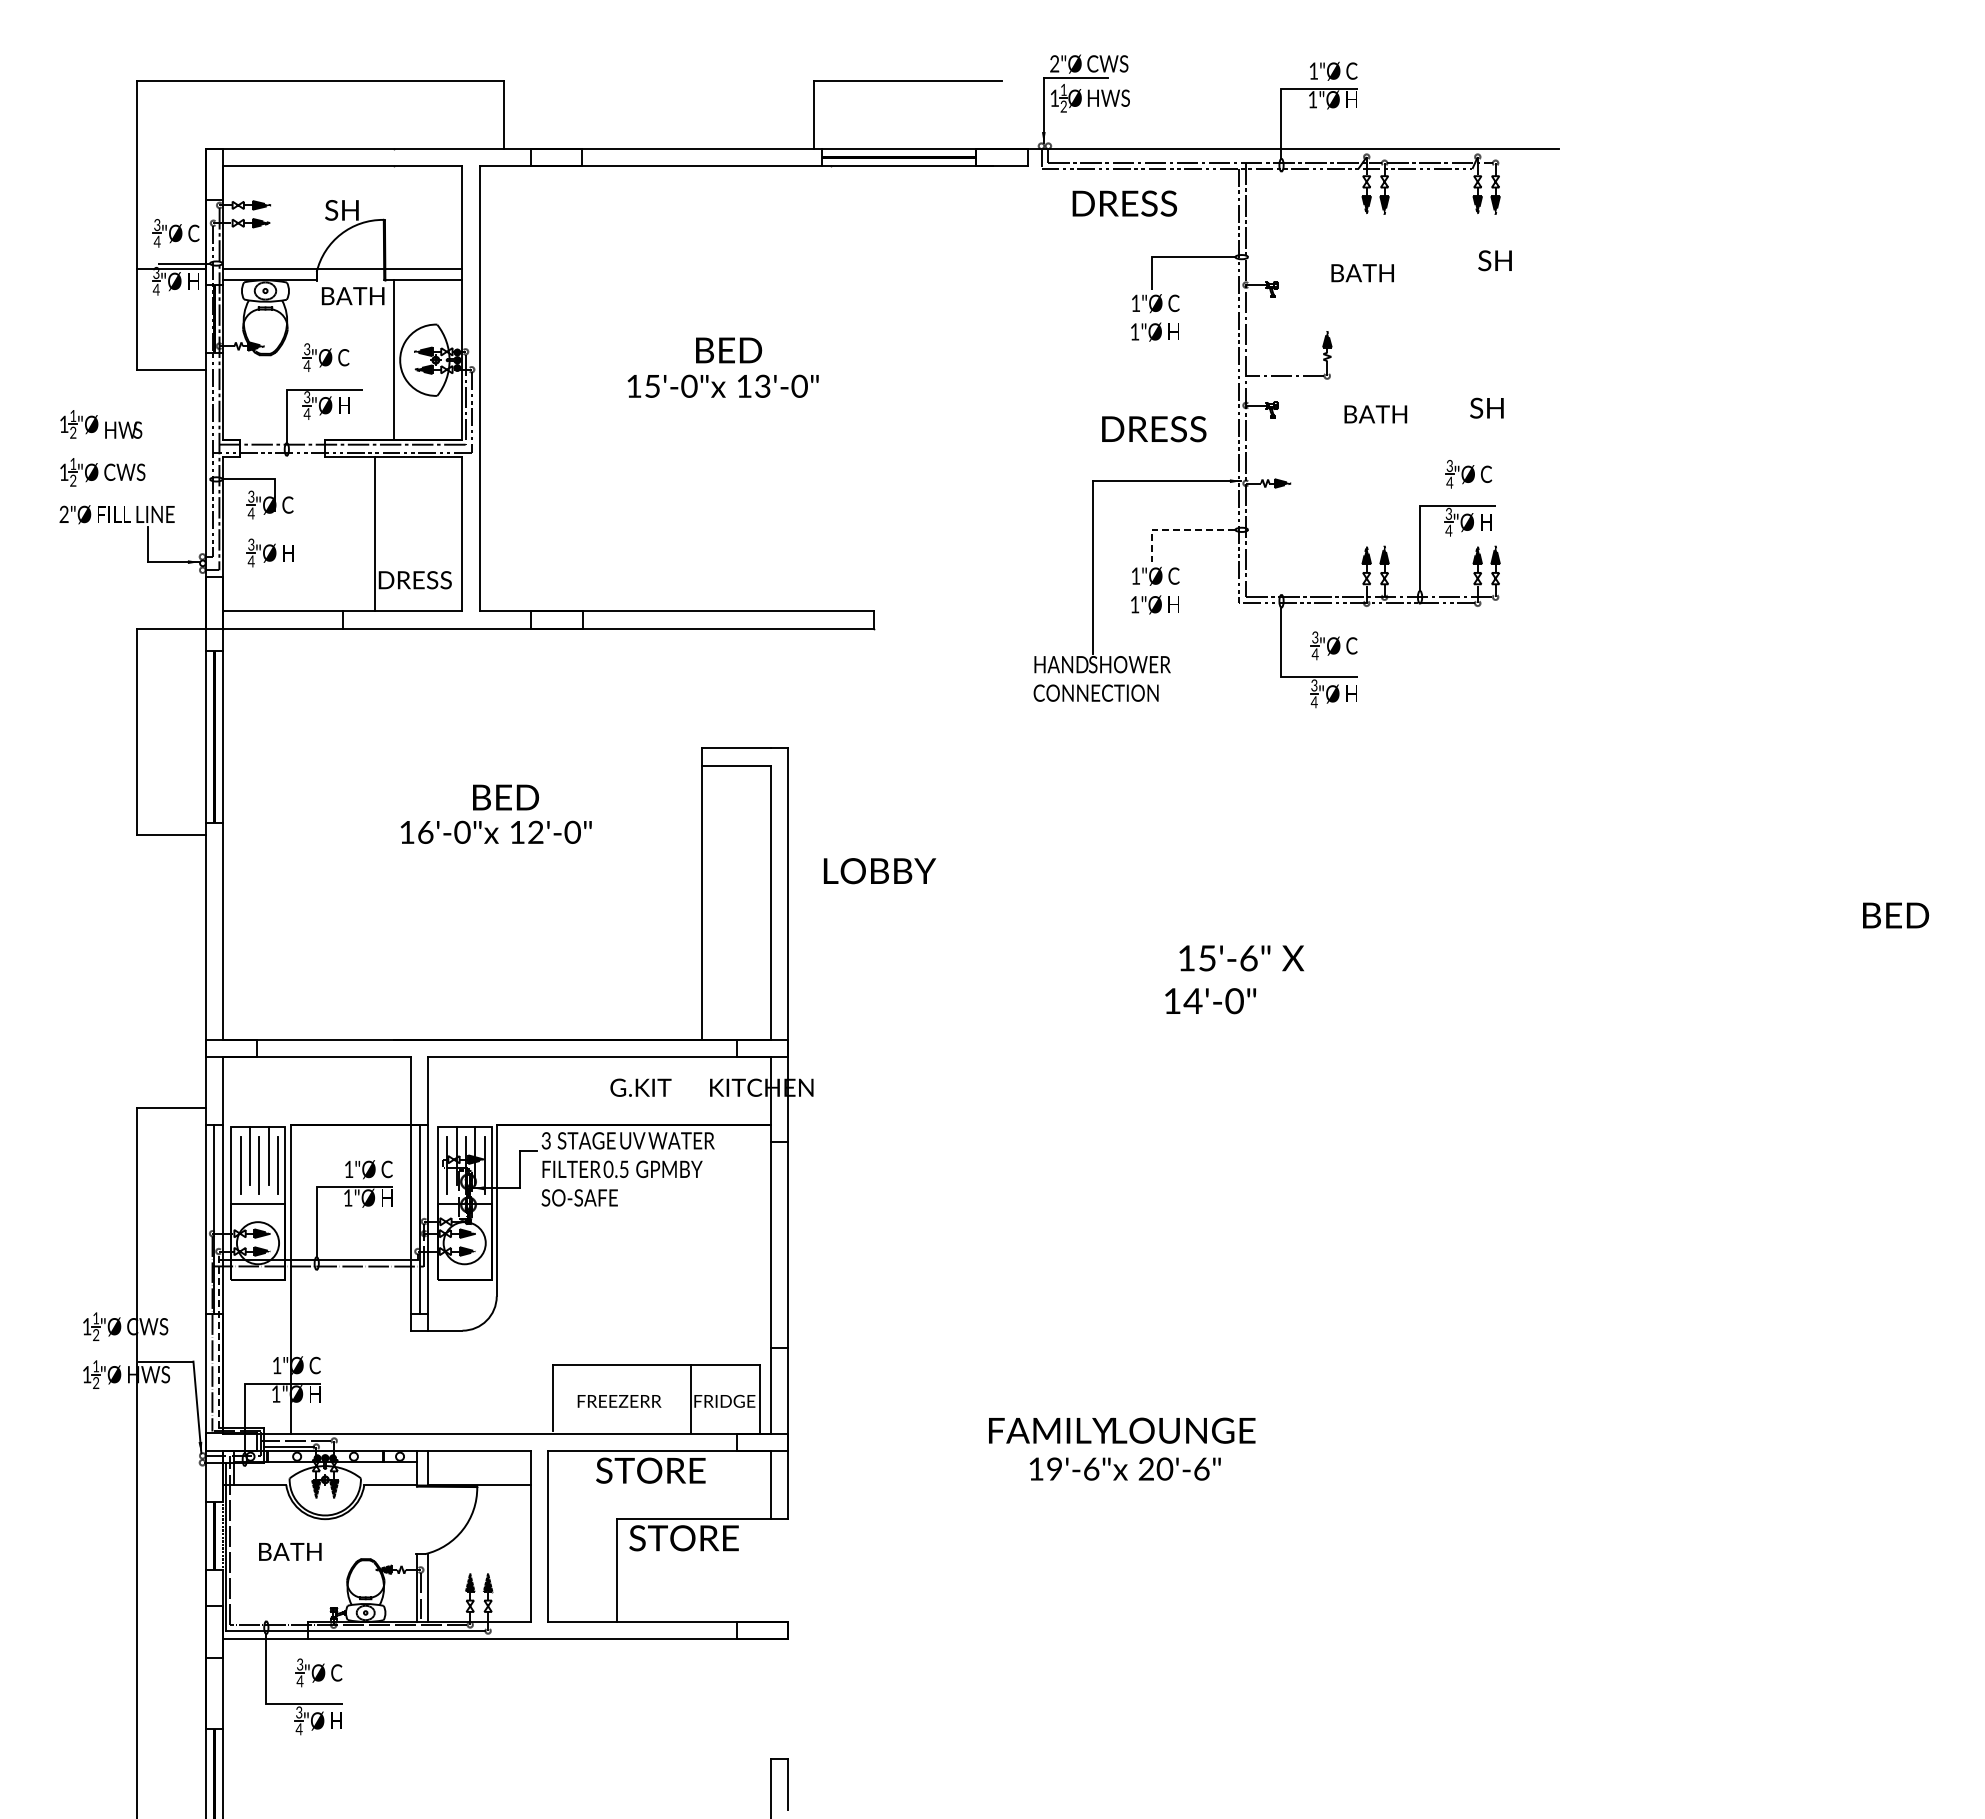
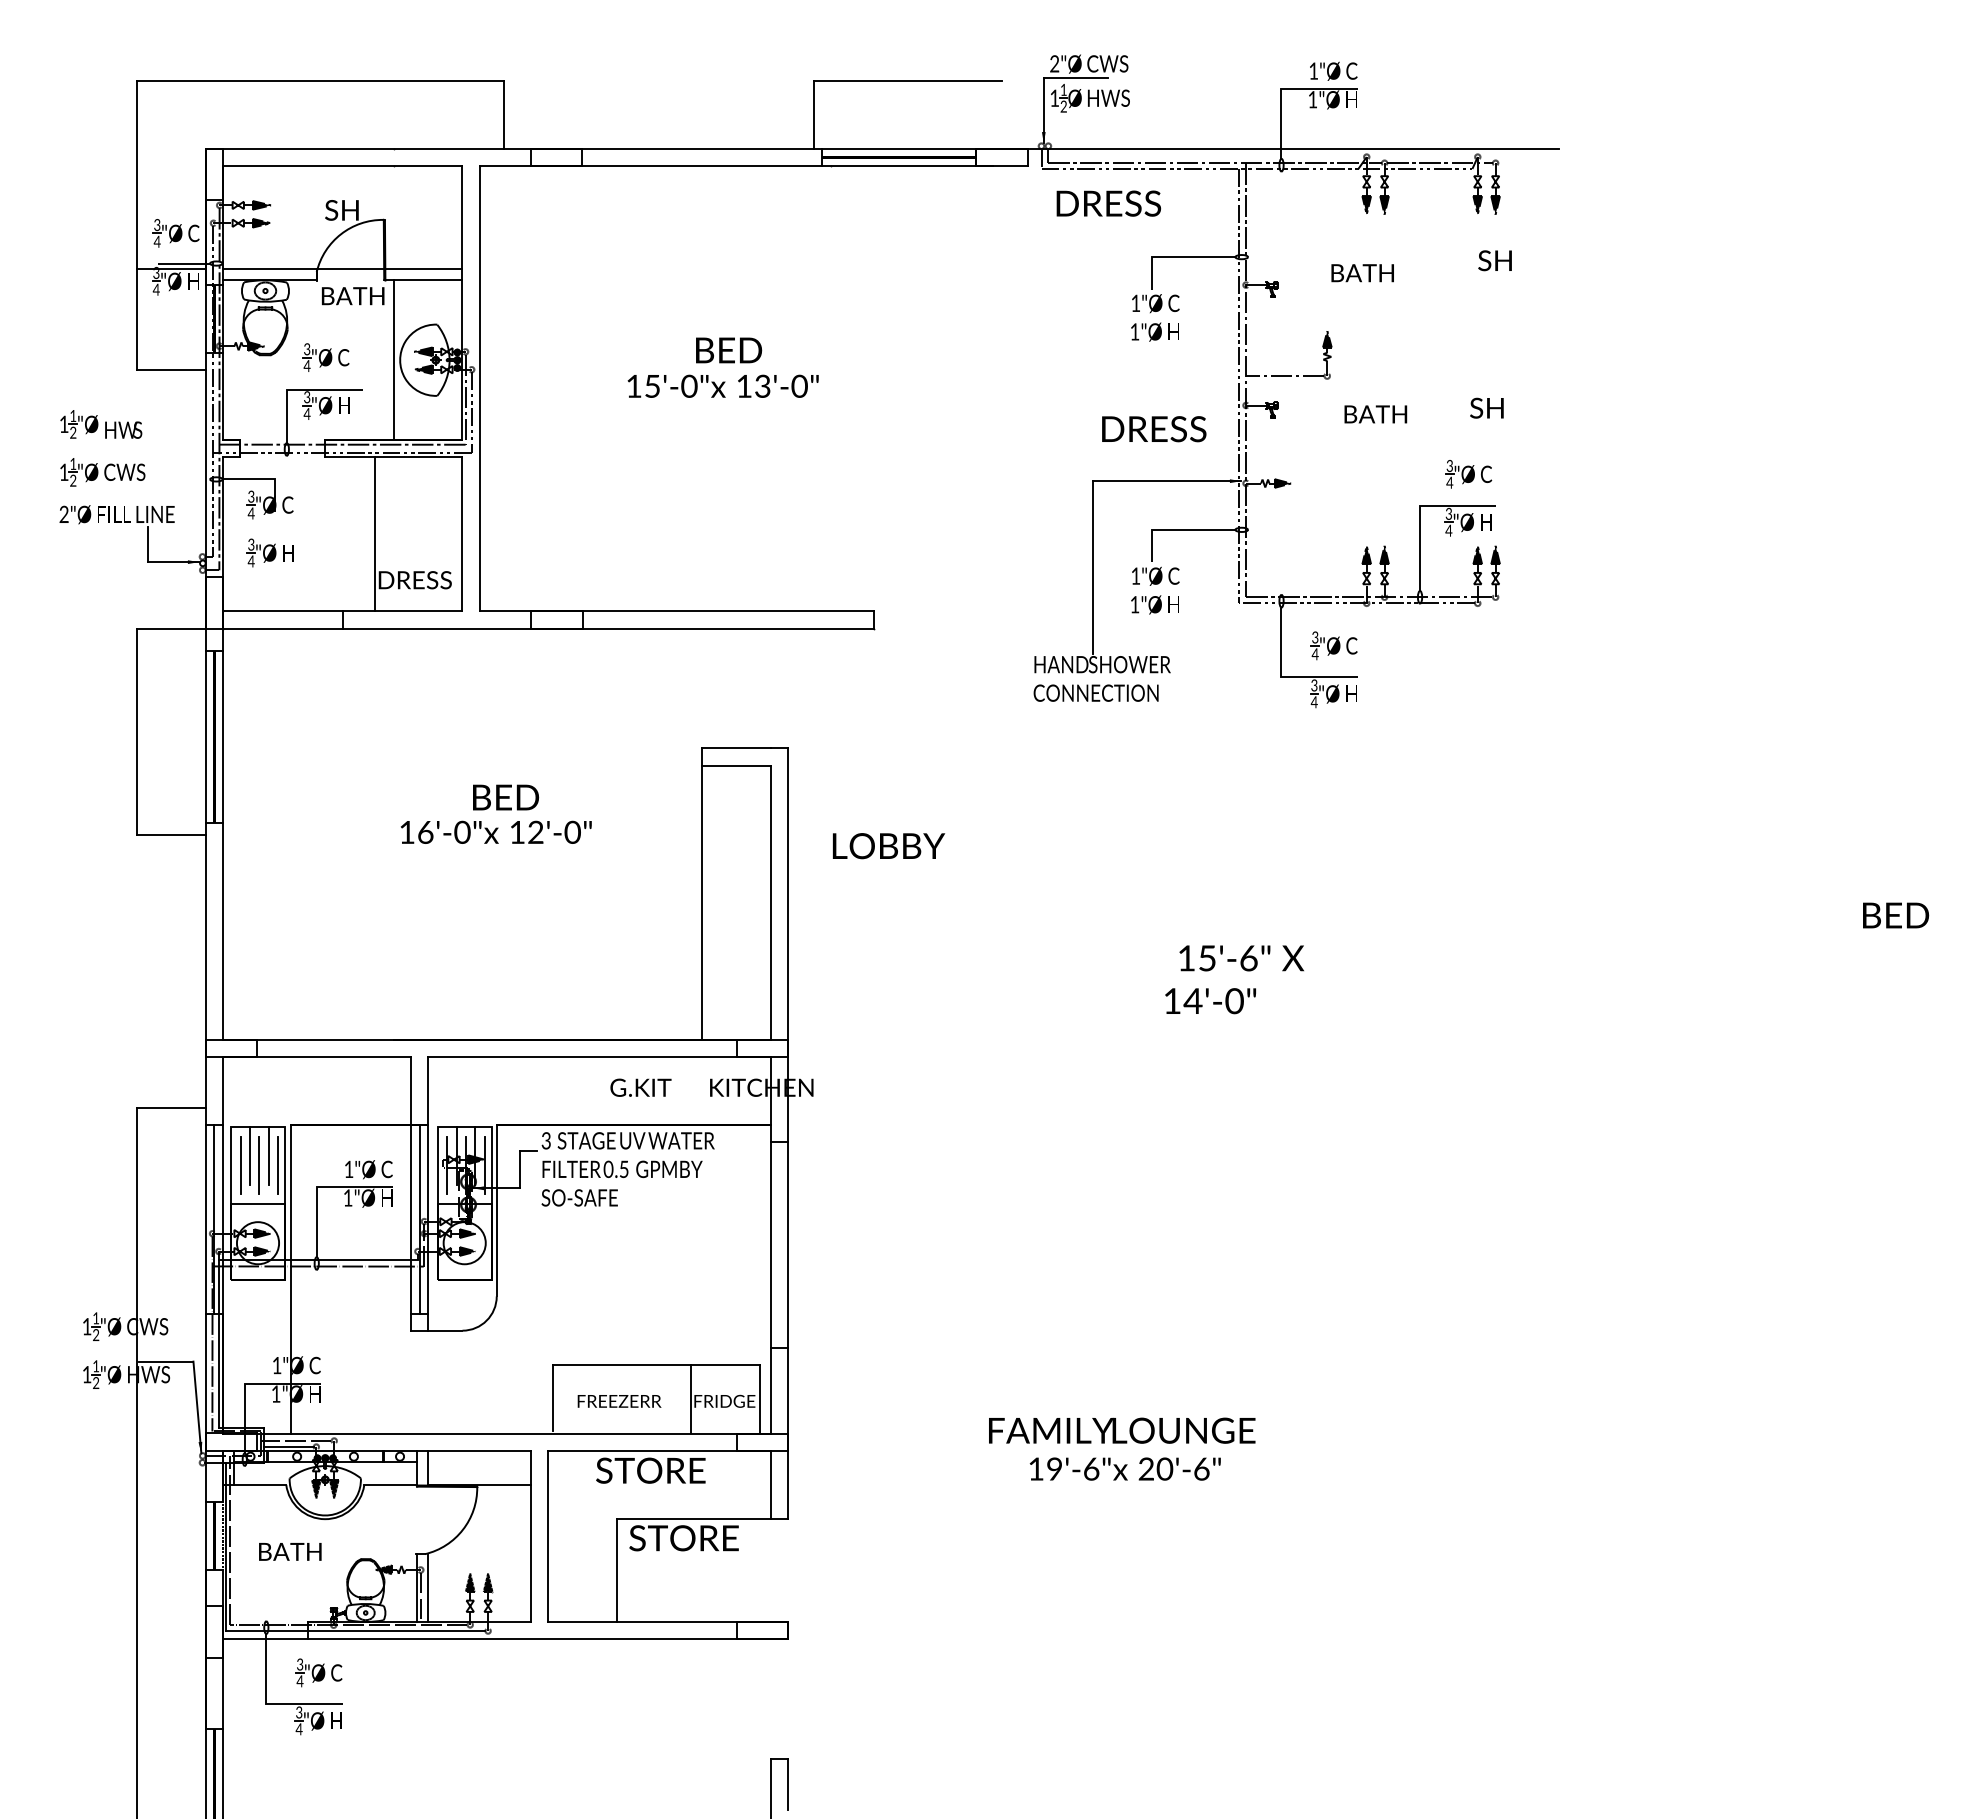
text at (1124, 203) position: (1124, 203) -> (1108, 203)
line at (1176, 529): dashed -> solid
text at (880, 871) position: (880, 871) -> (889, 846)
line at (218, 1339): dashed -> solid
